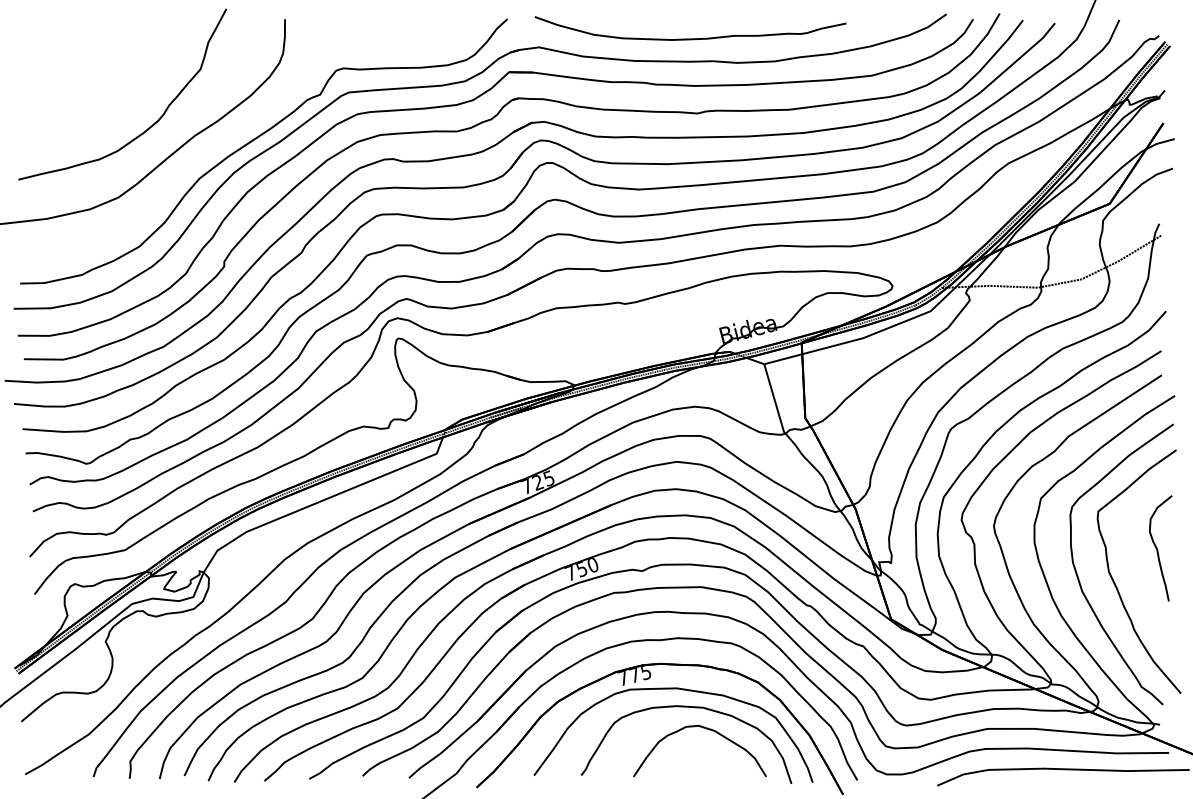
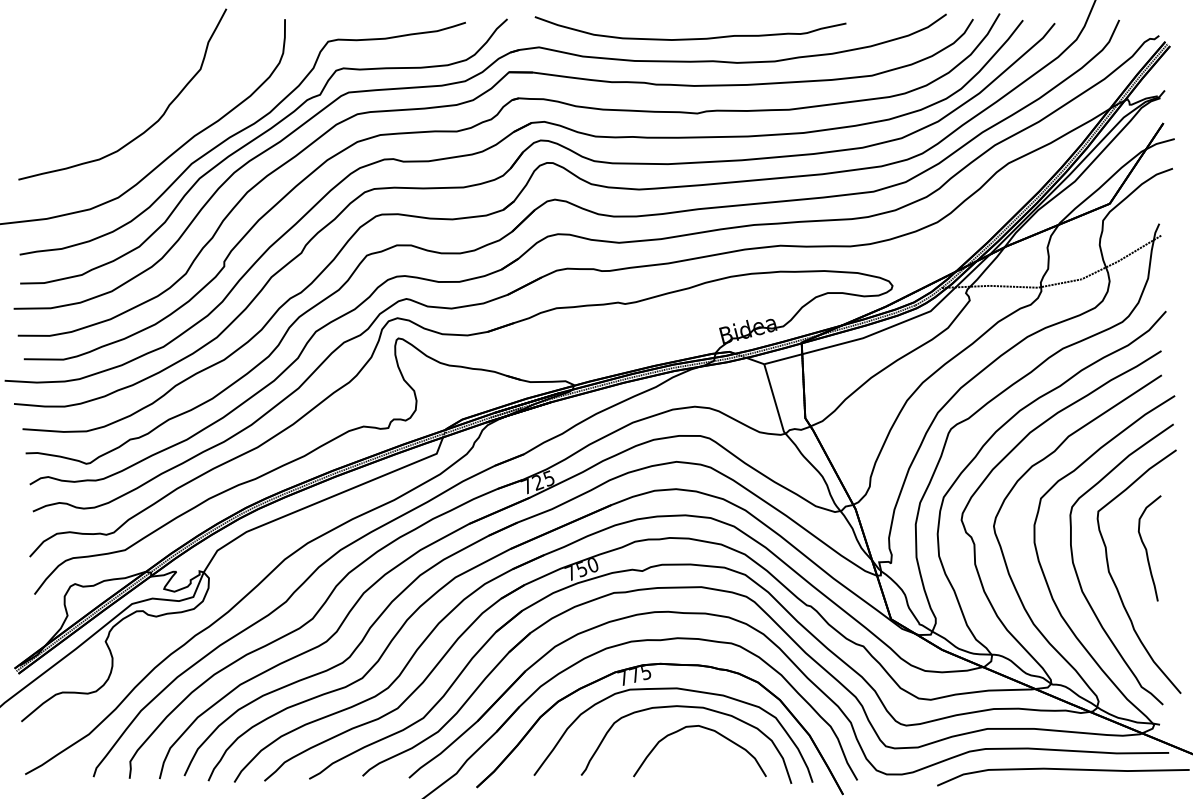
curve at (239, 133): none -> present
curve at (1158, 549) position: (1158, 549) -> (1147, 549)
